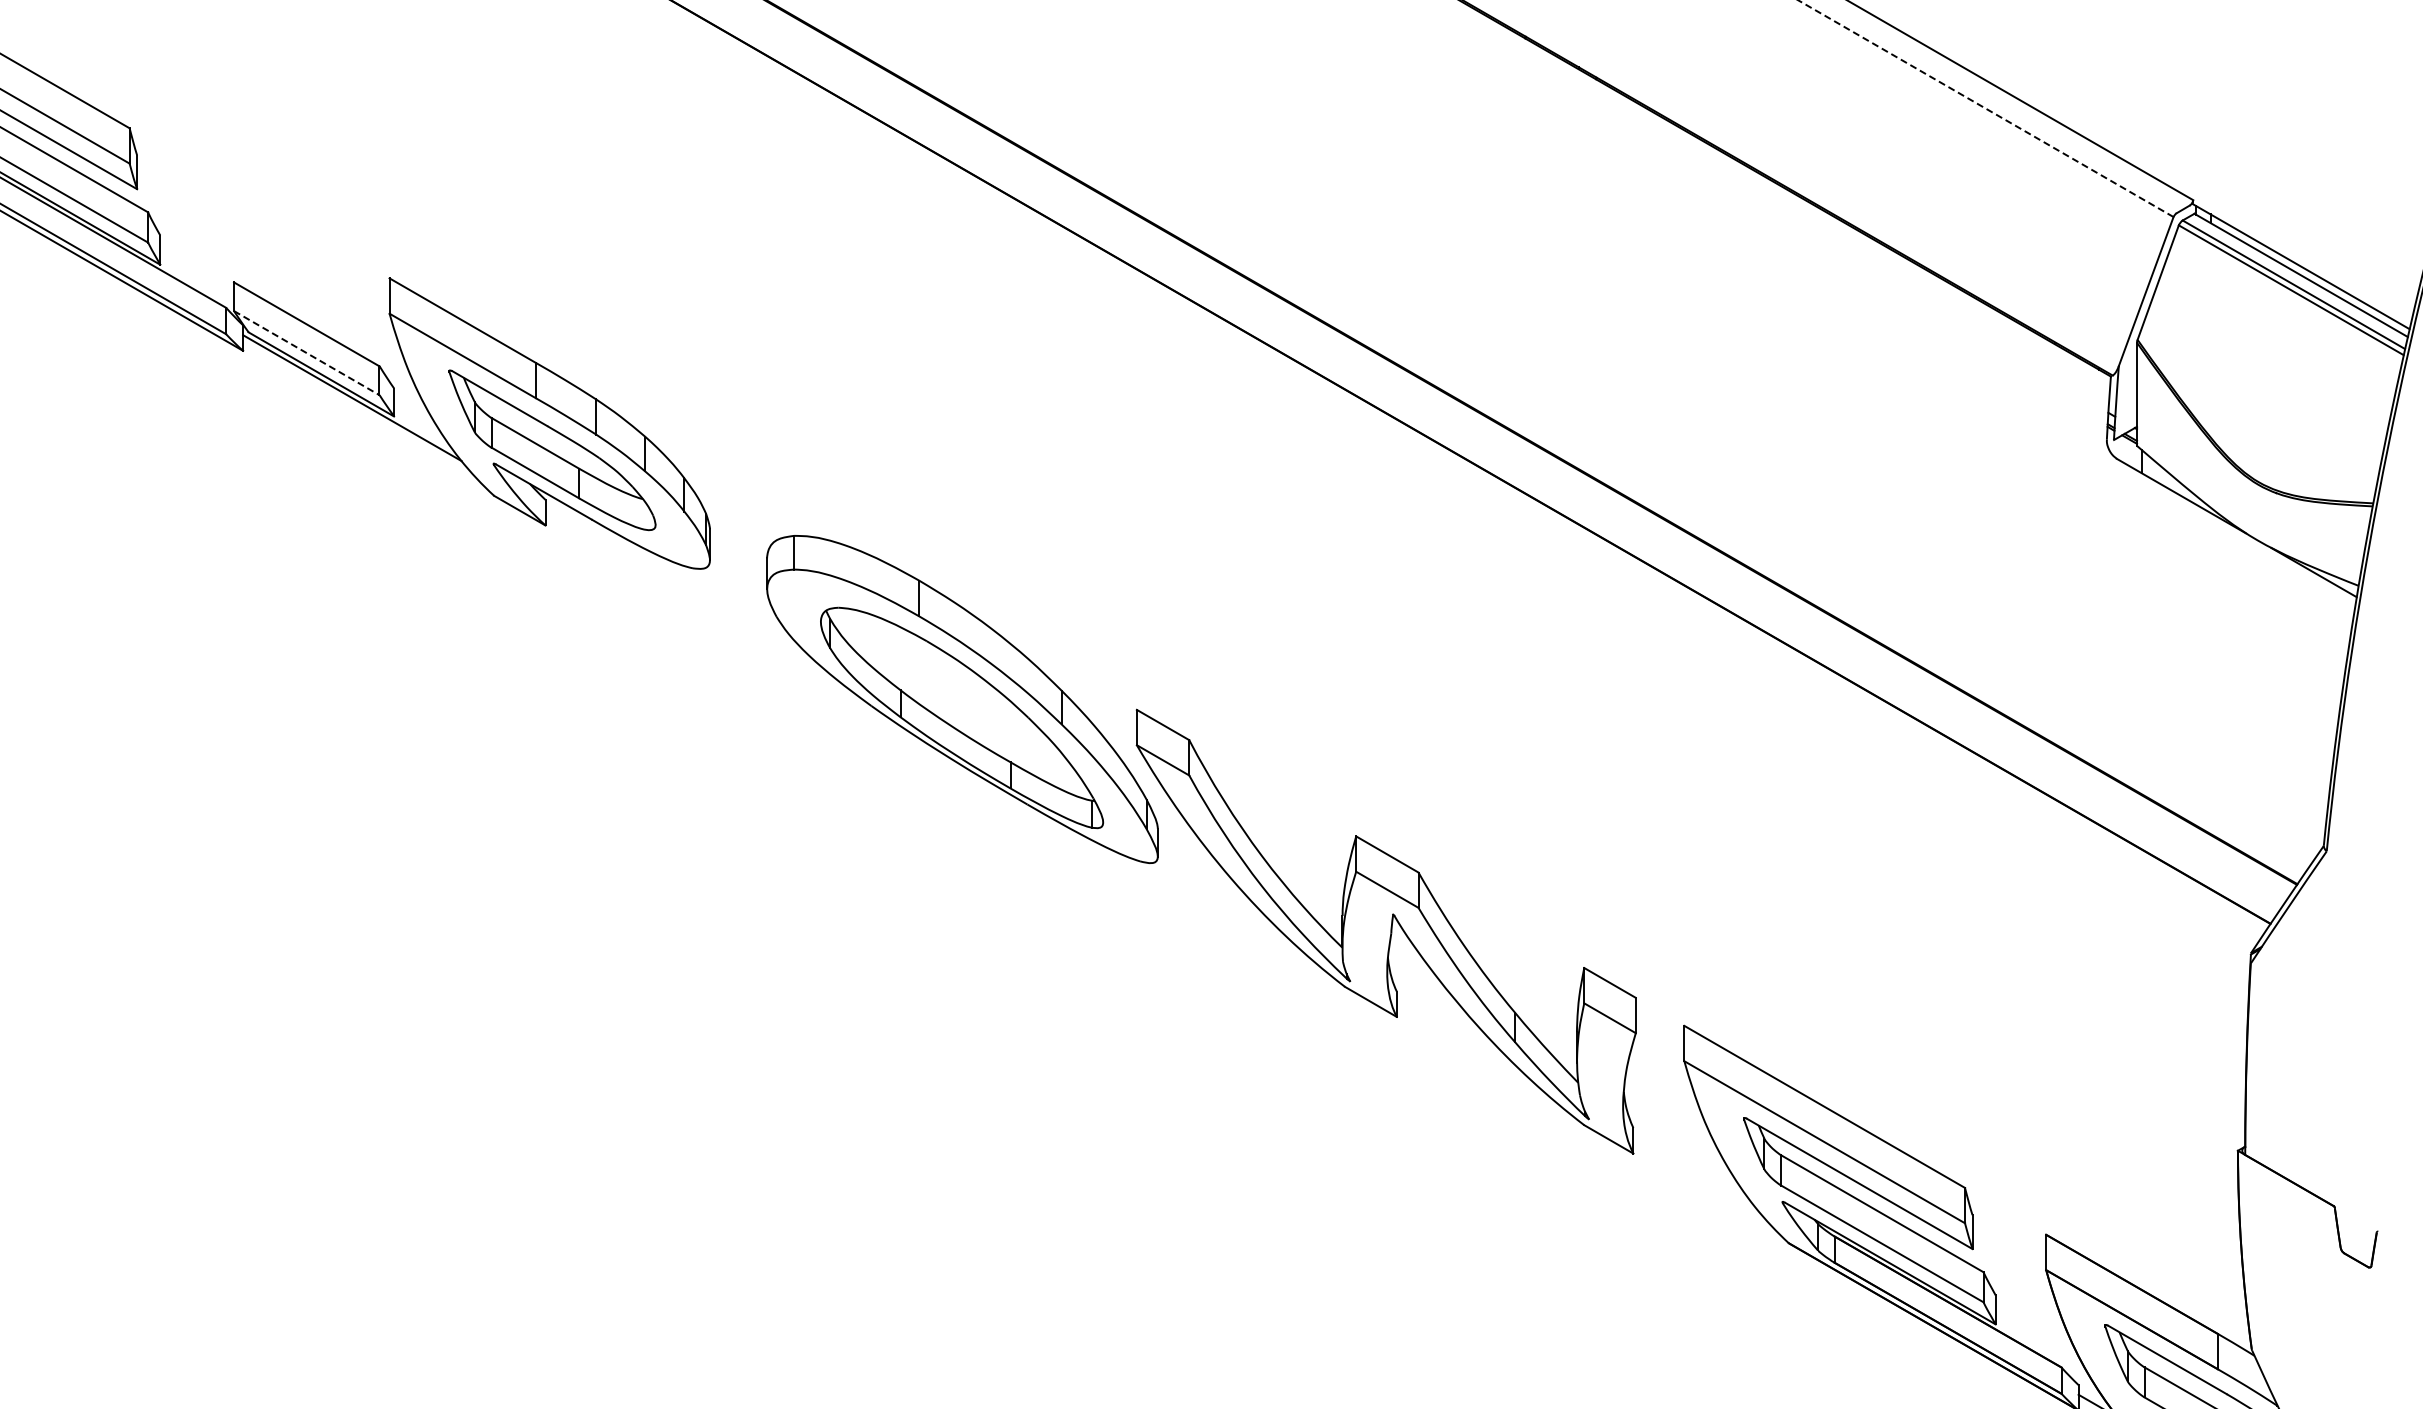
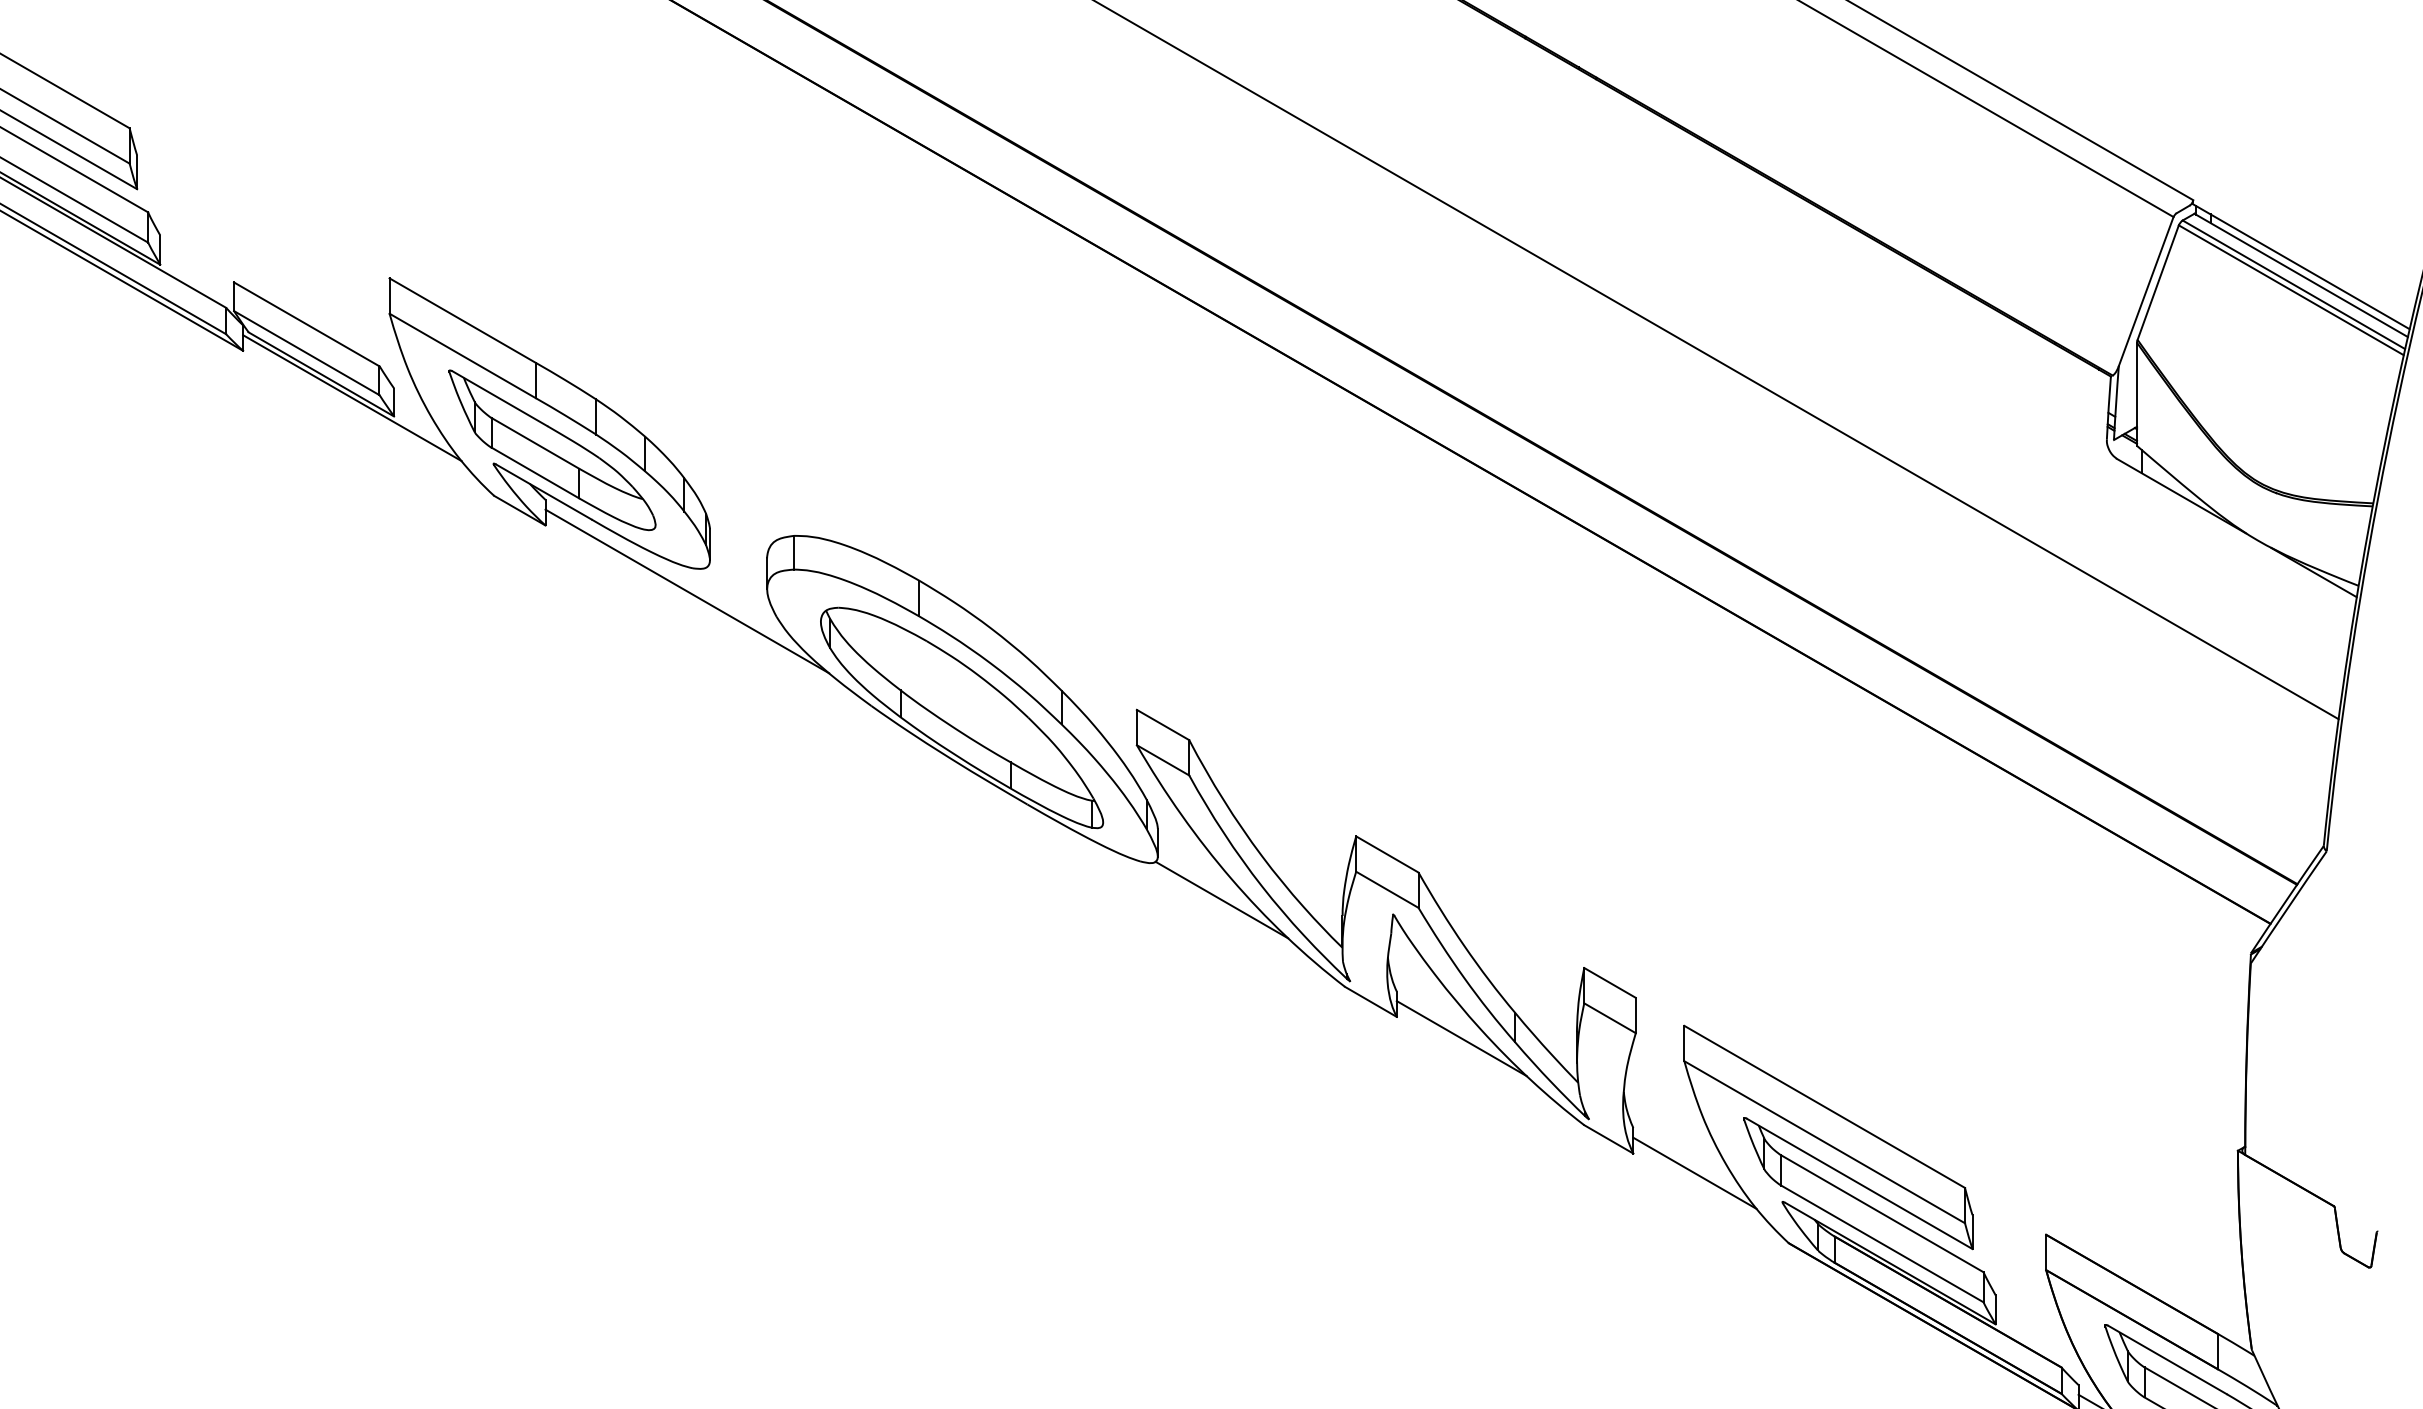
line at (1985, 108): dashed -> solid
line at (306, 353): dashed -> solid
line at (1717, 360): none -> present
line at (687, 591): none -> present
line at (1221, 899): none -> present
line at (1461, 1038): none -> present
line at (1694, 1172): none -> present
